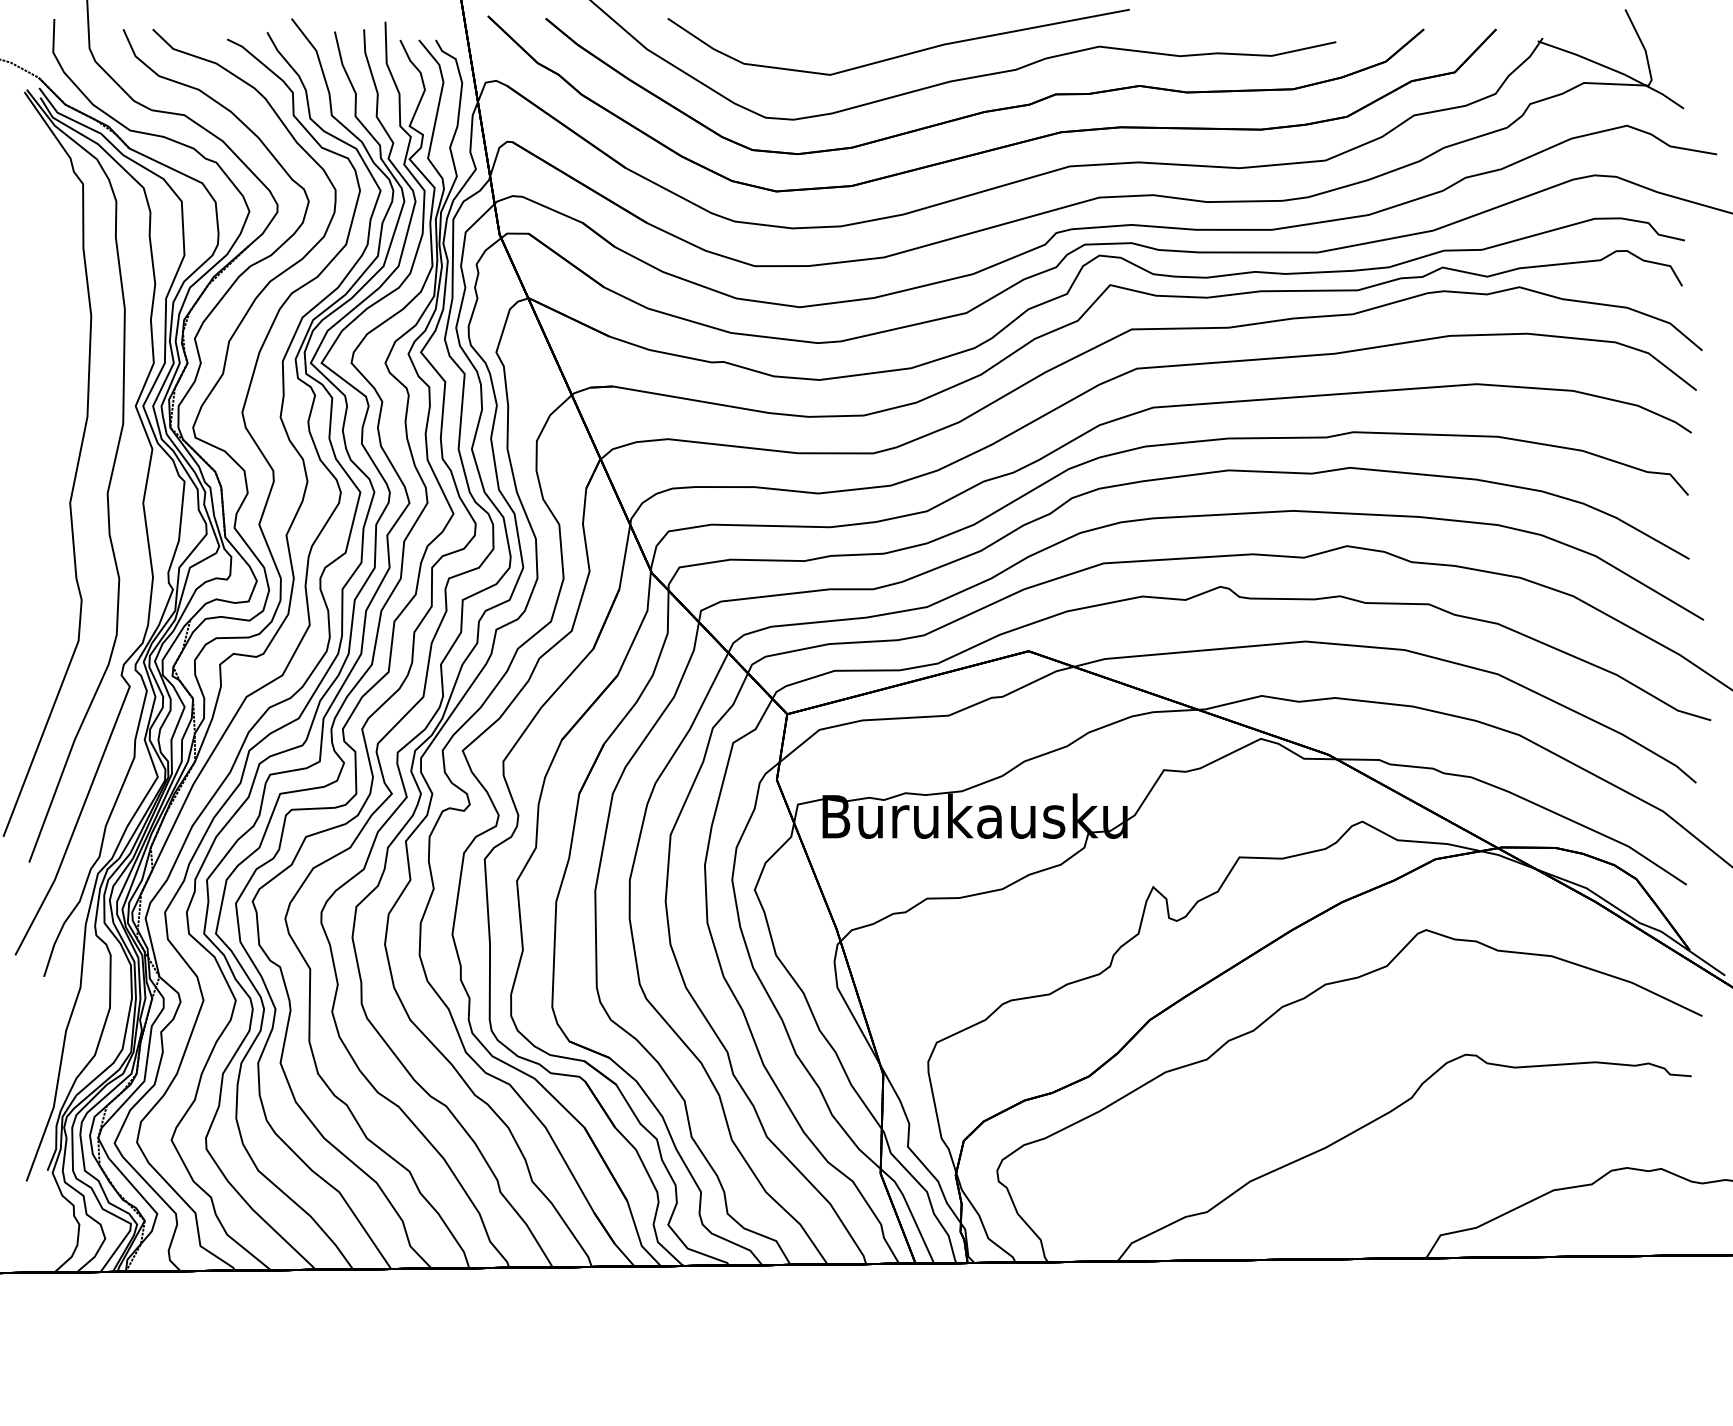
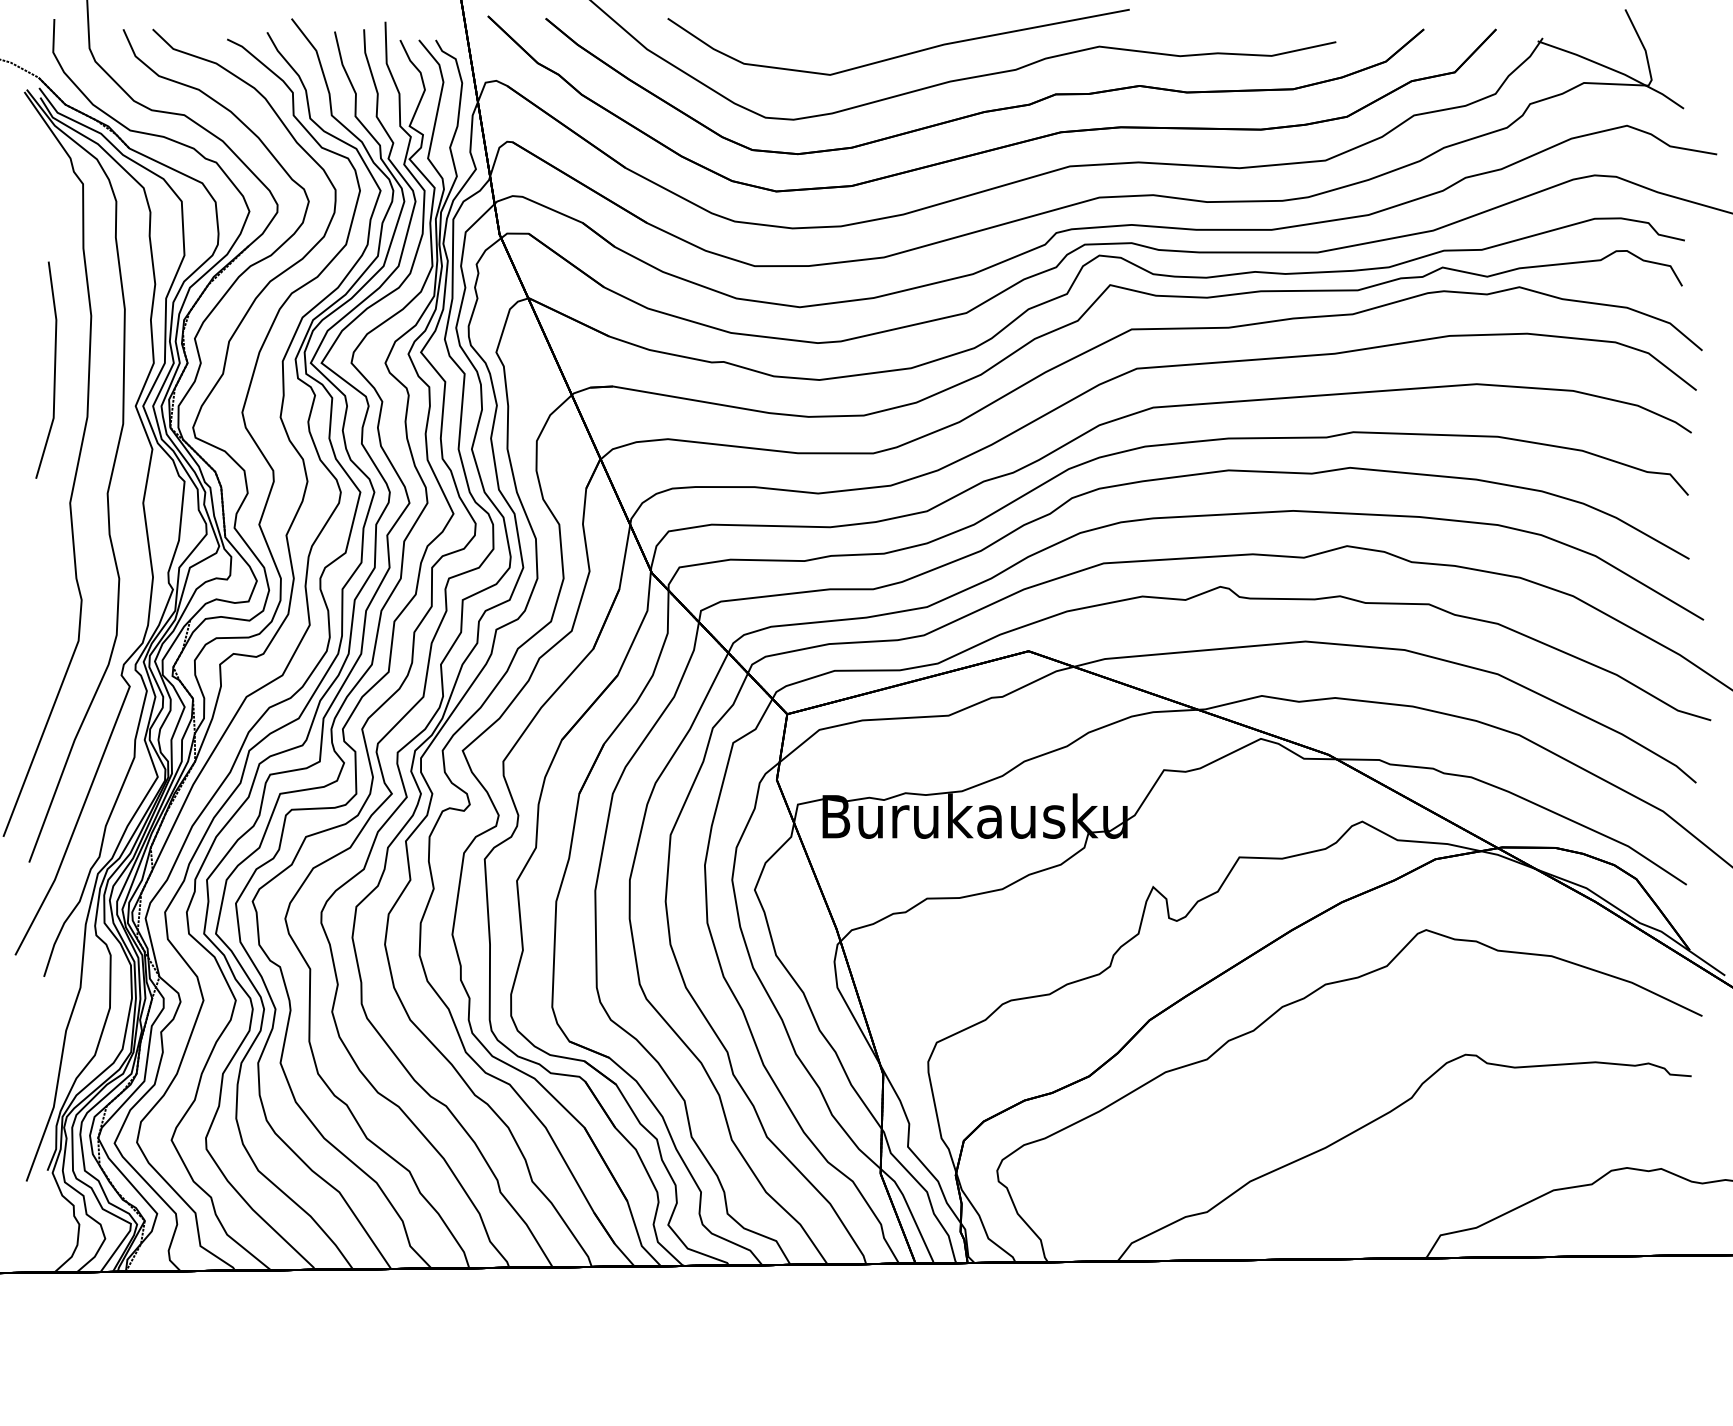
line at (54, 369): none -> present
